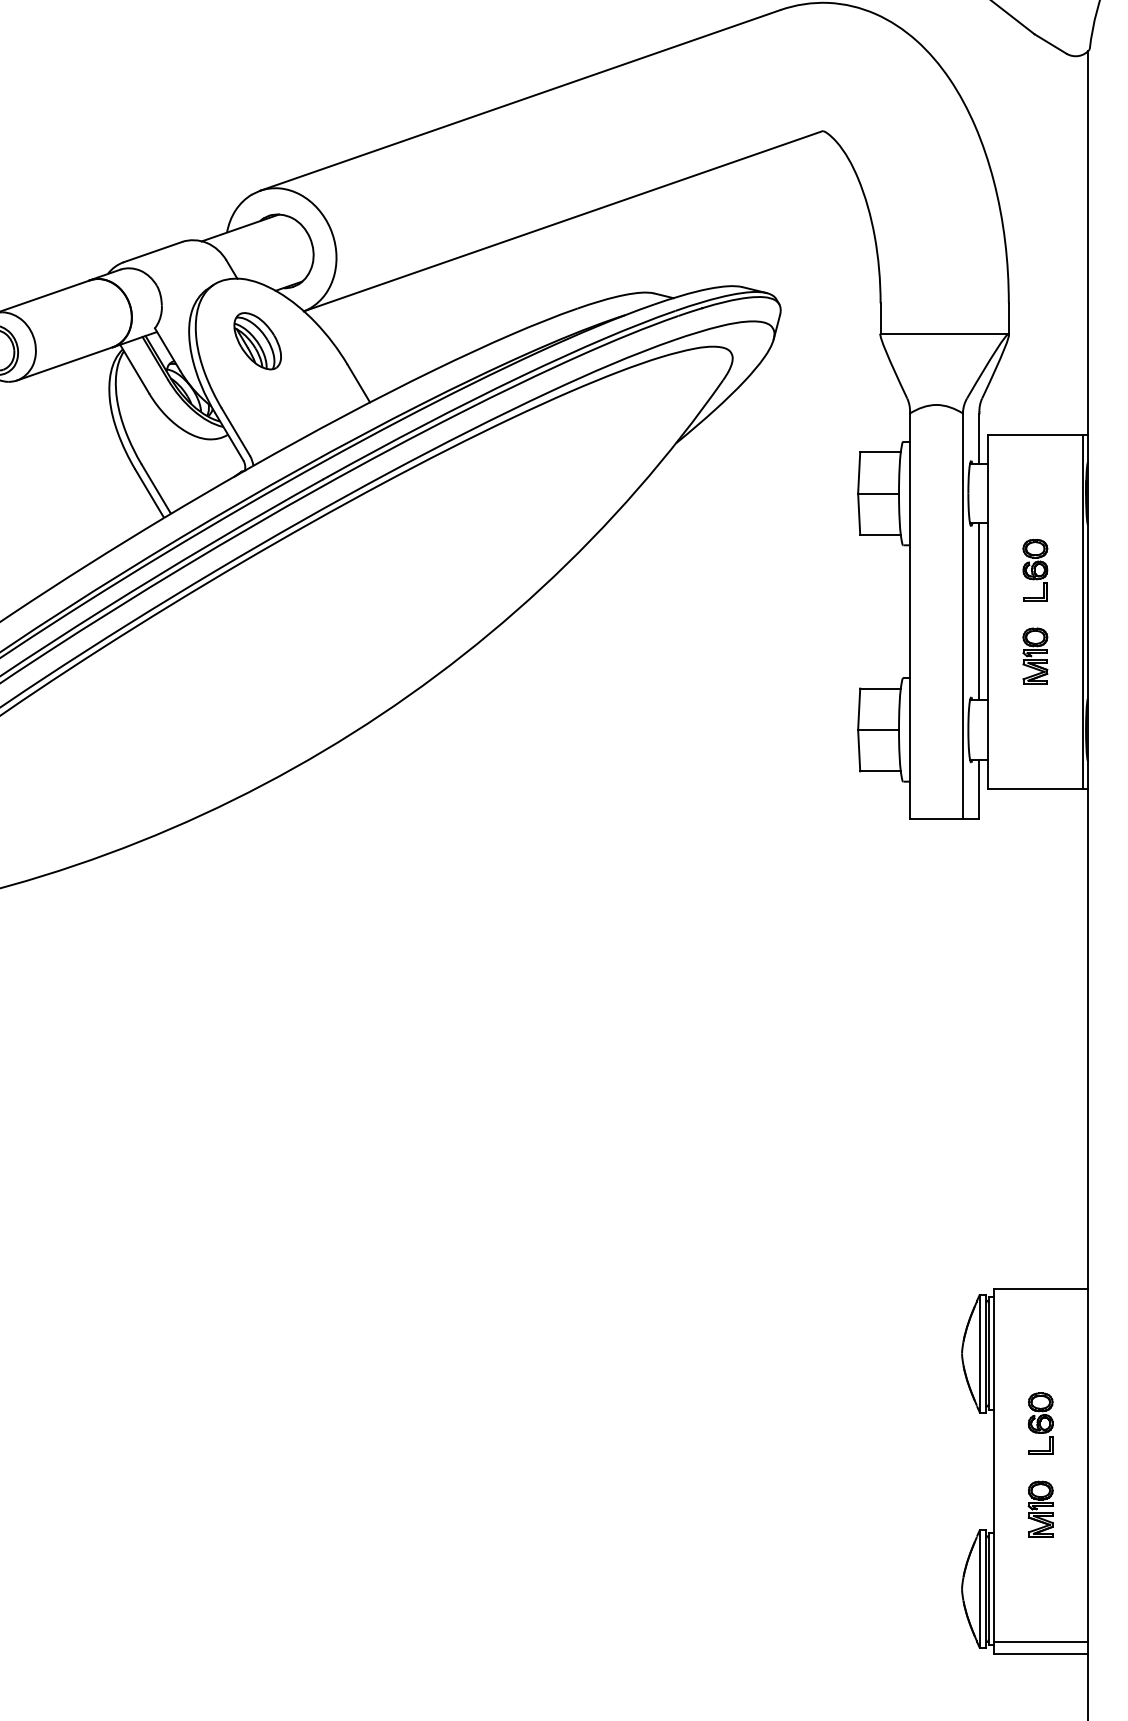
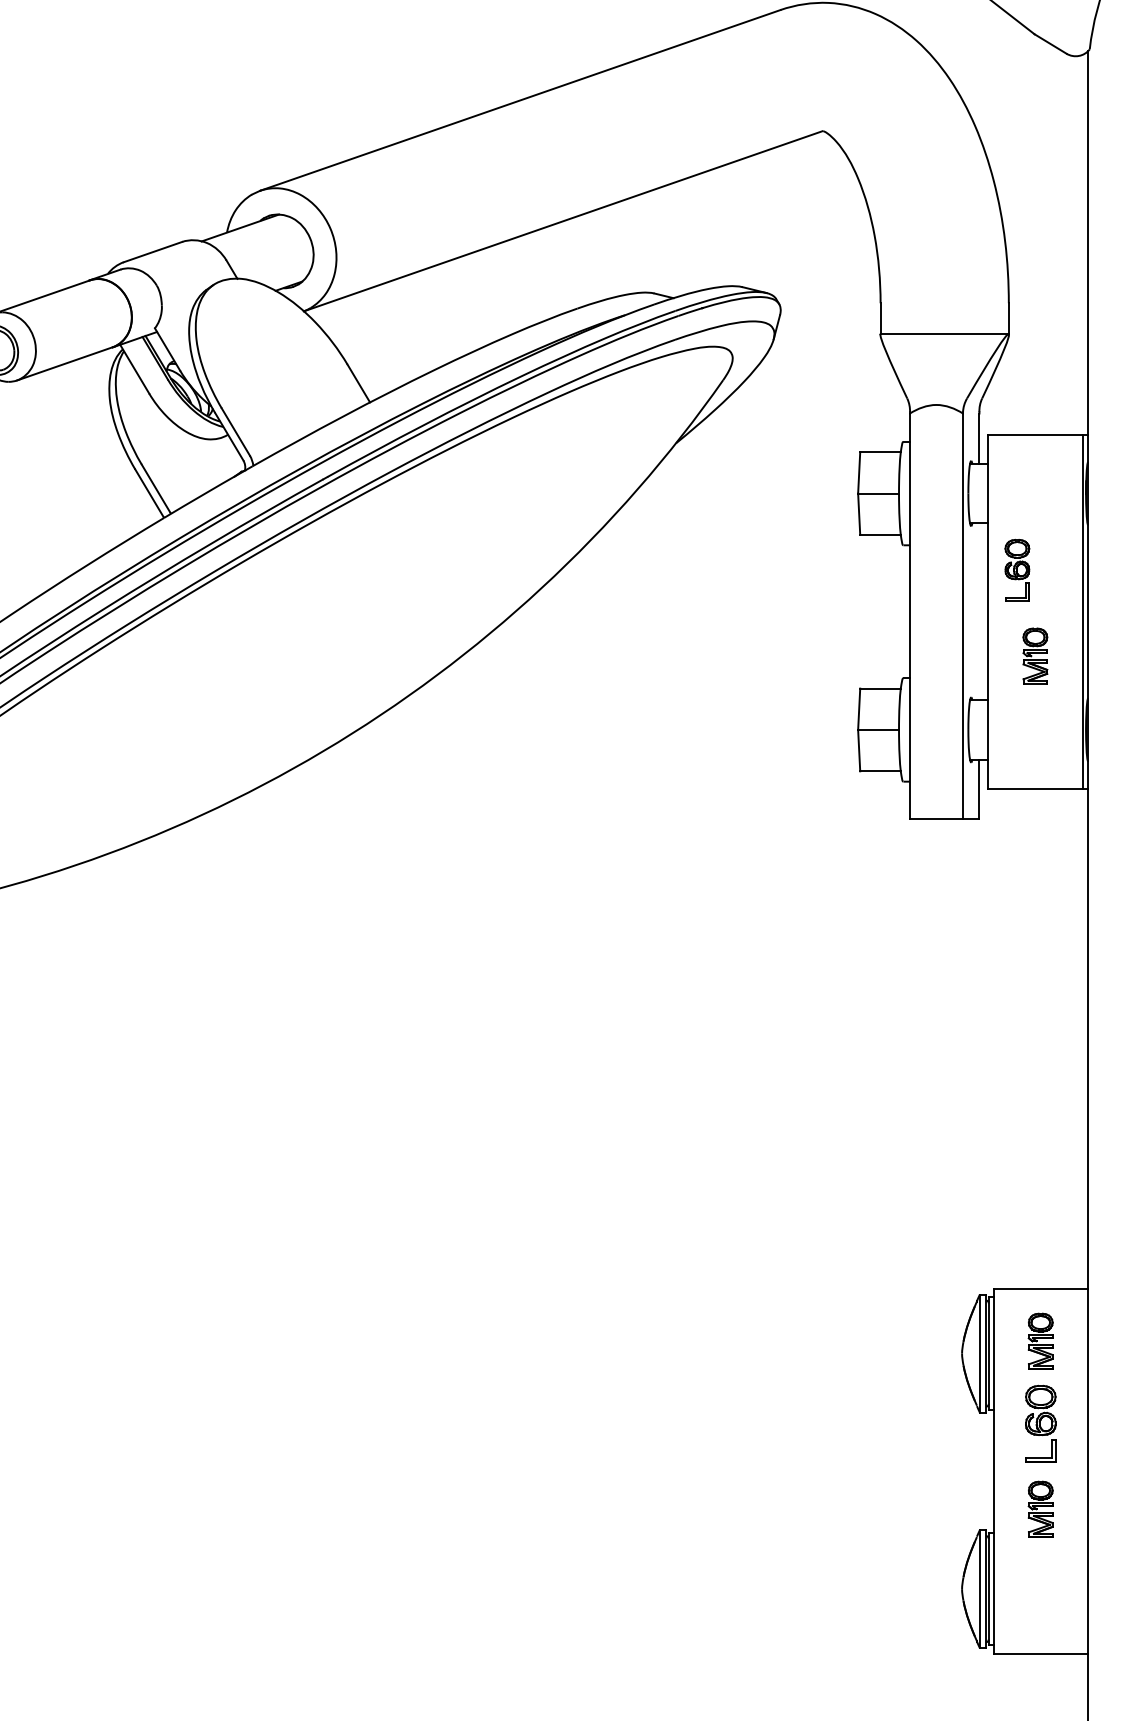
part at (257, 341): present -> none
part at (1035, 569) position: (1035, 569) -> (1017, 569)
line at (979, 611): present -> none
part at (1040, 1340): none -> present
part at (1040, 1423) size: 27x63 px -> 32x79 px
line at (1040, 1641): present -> none
